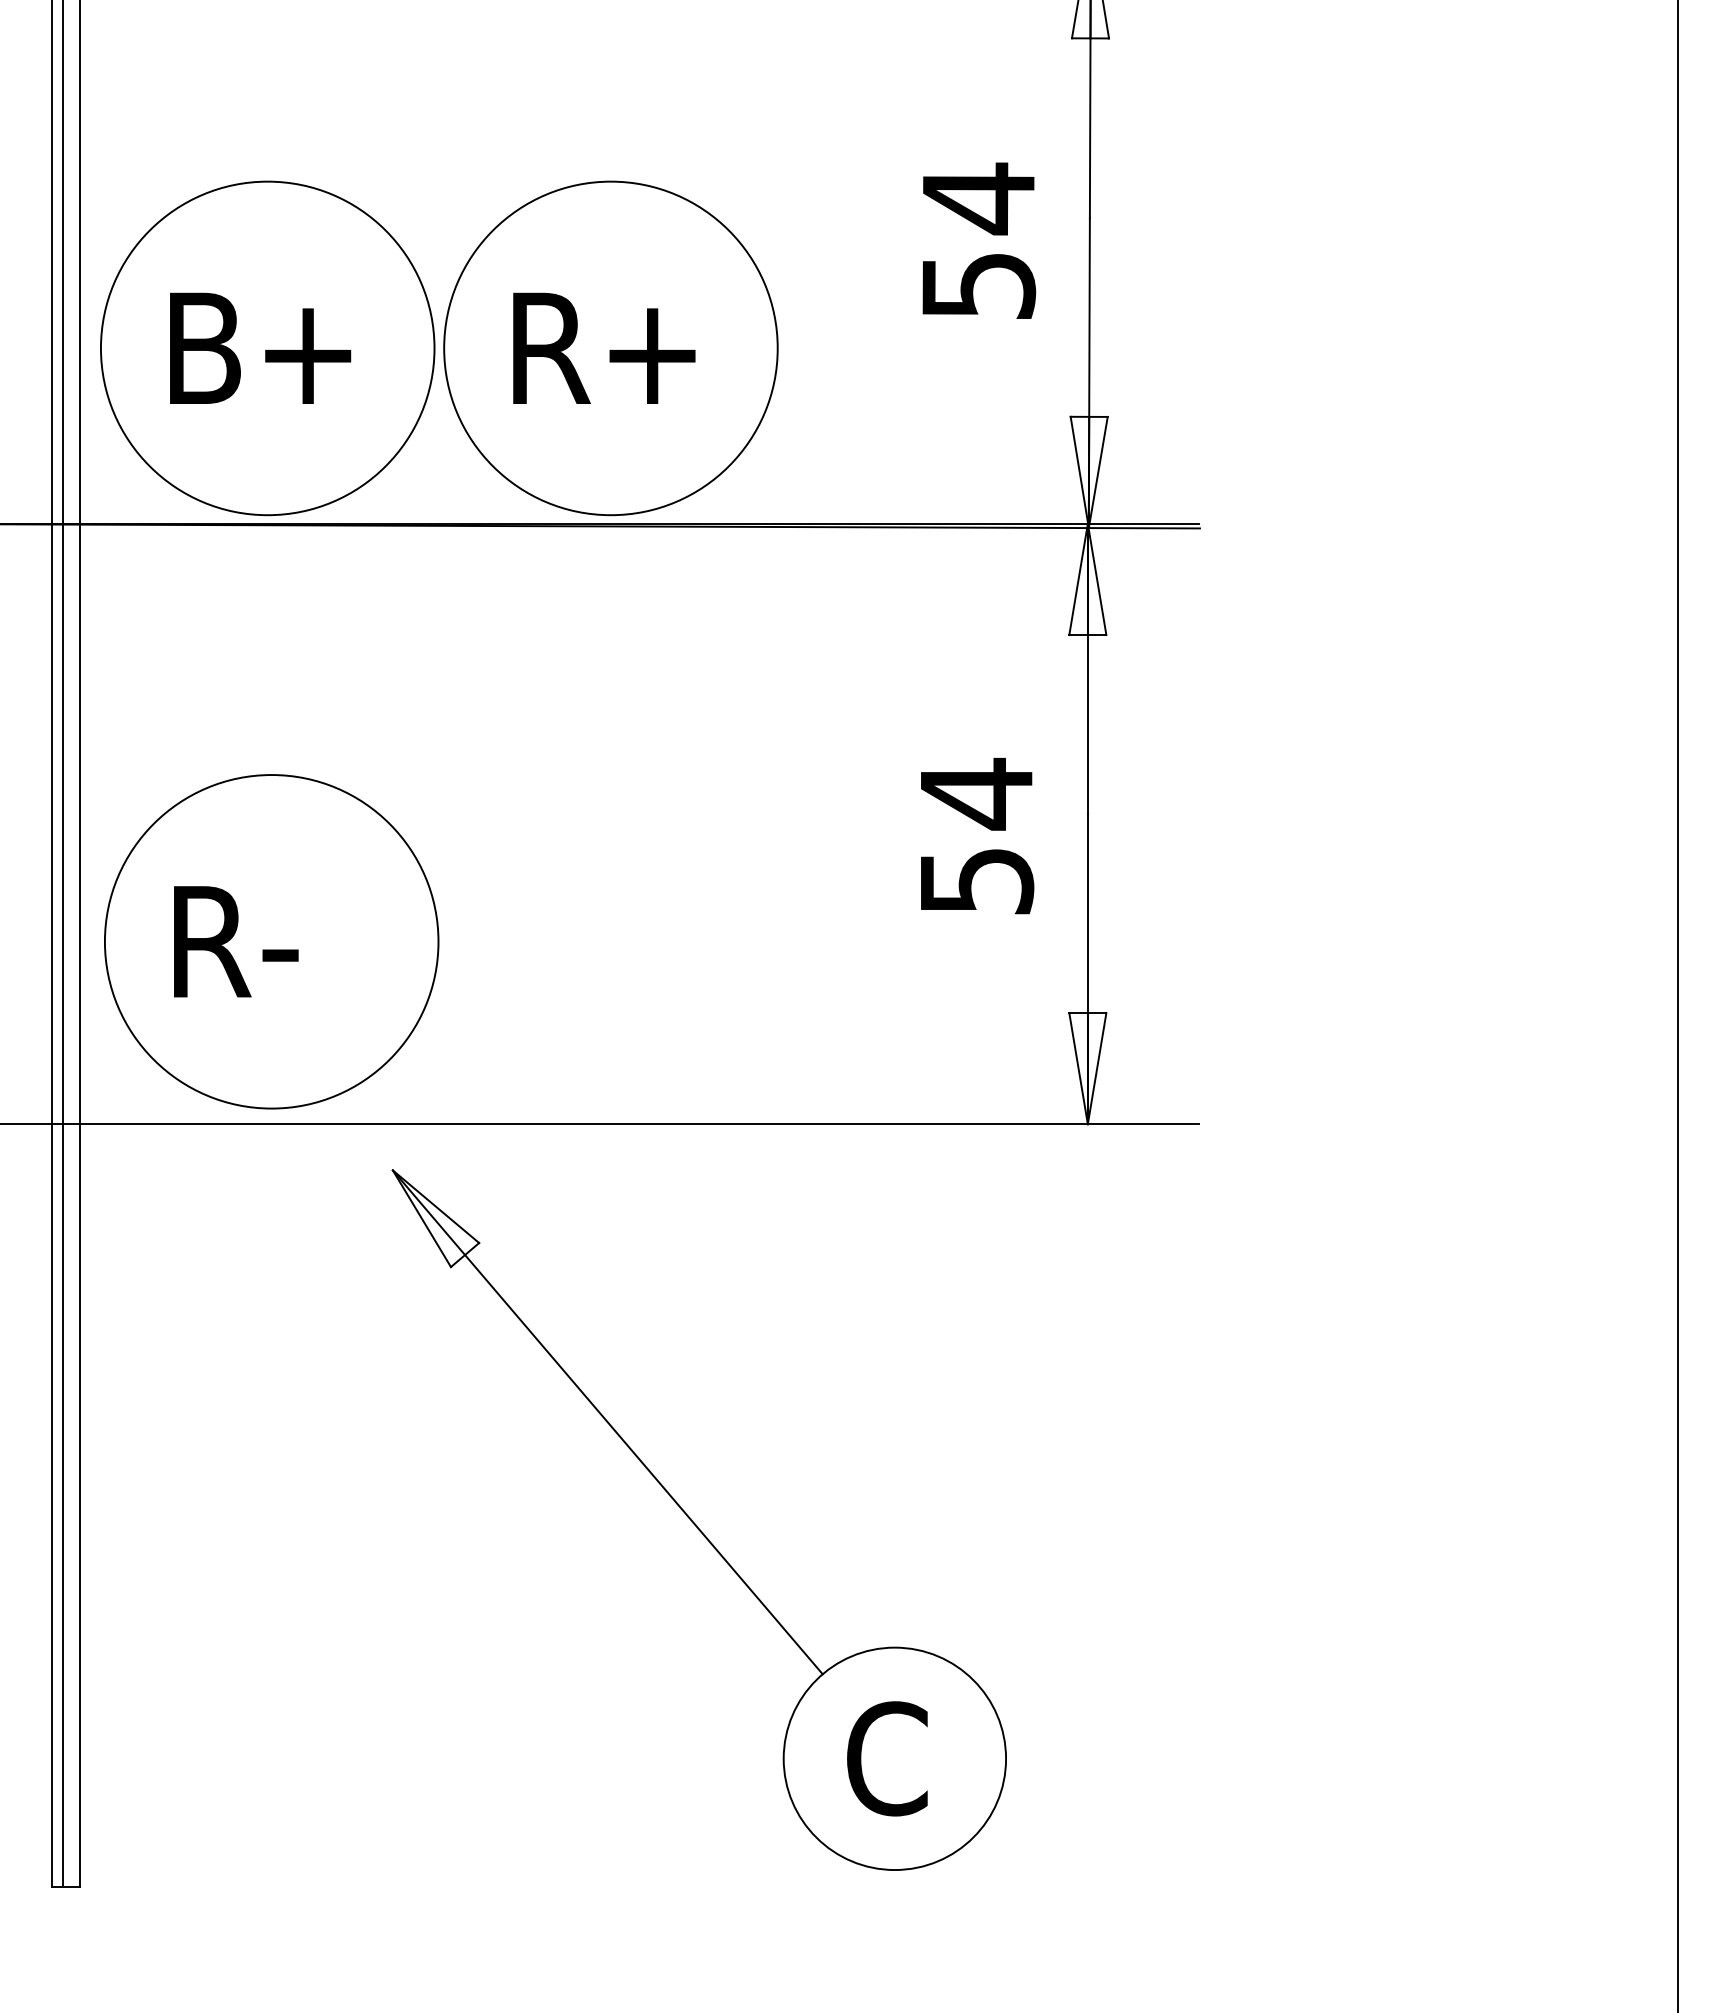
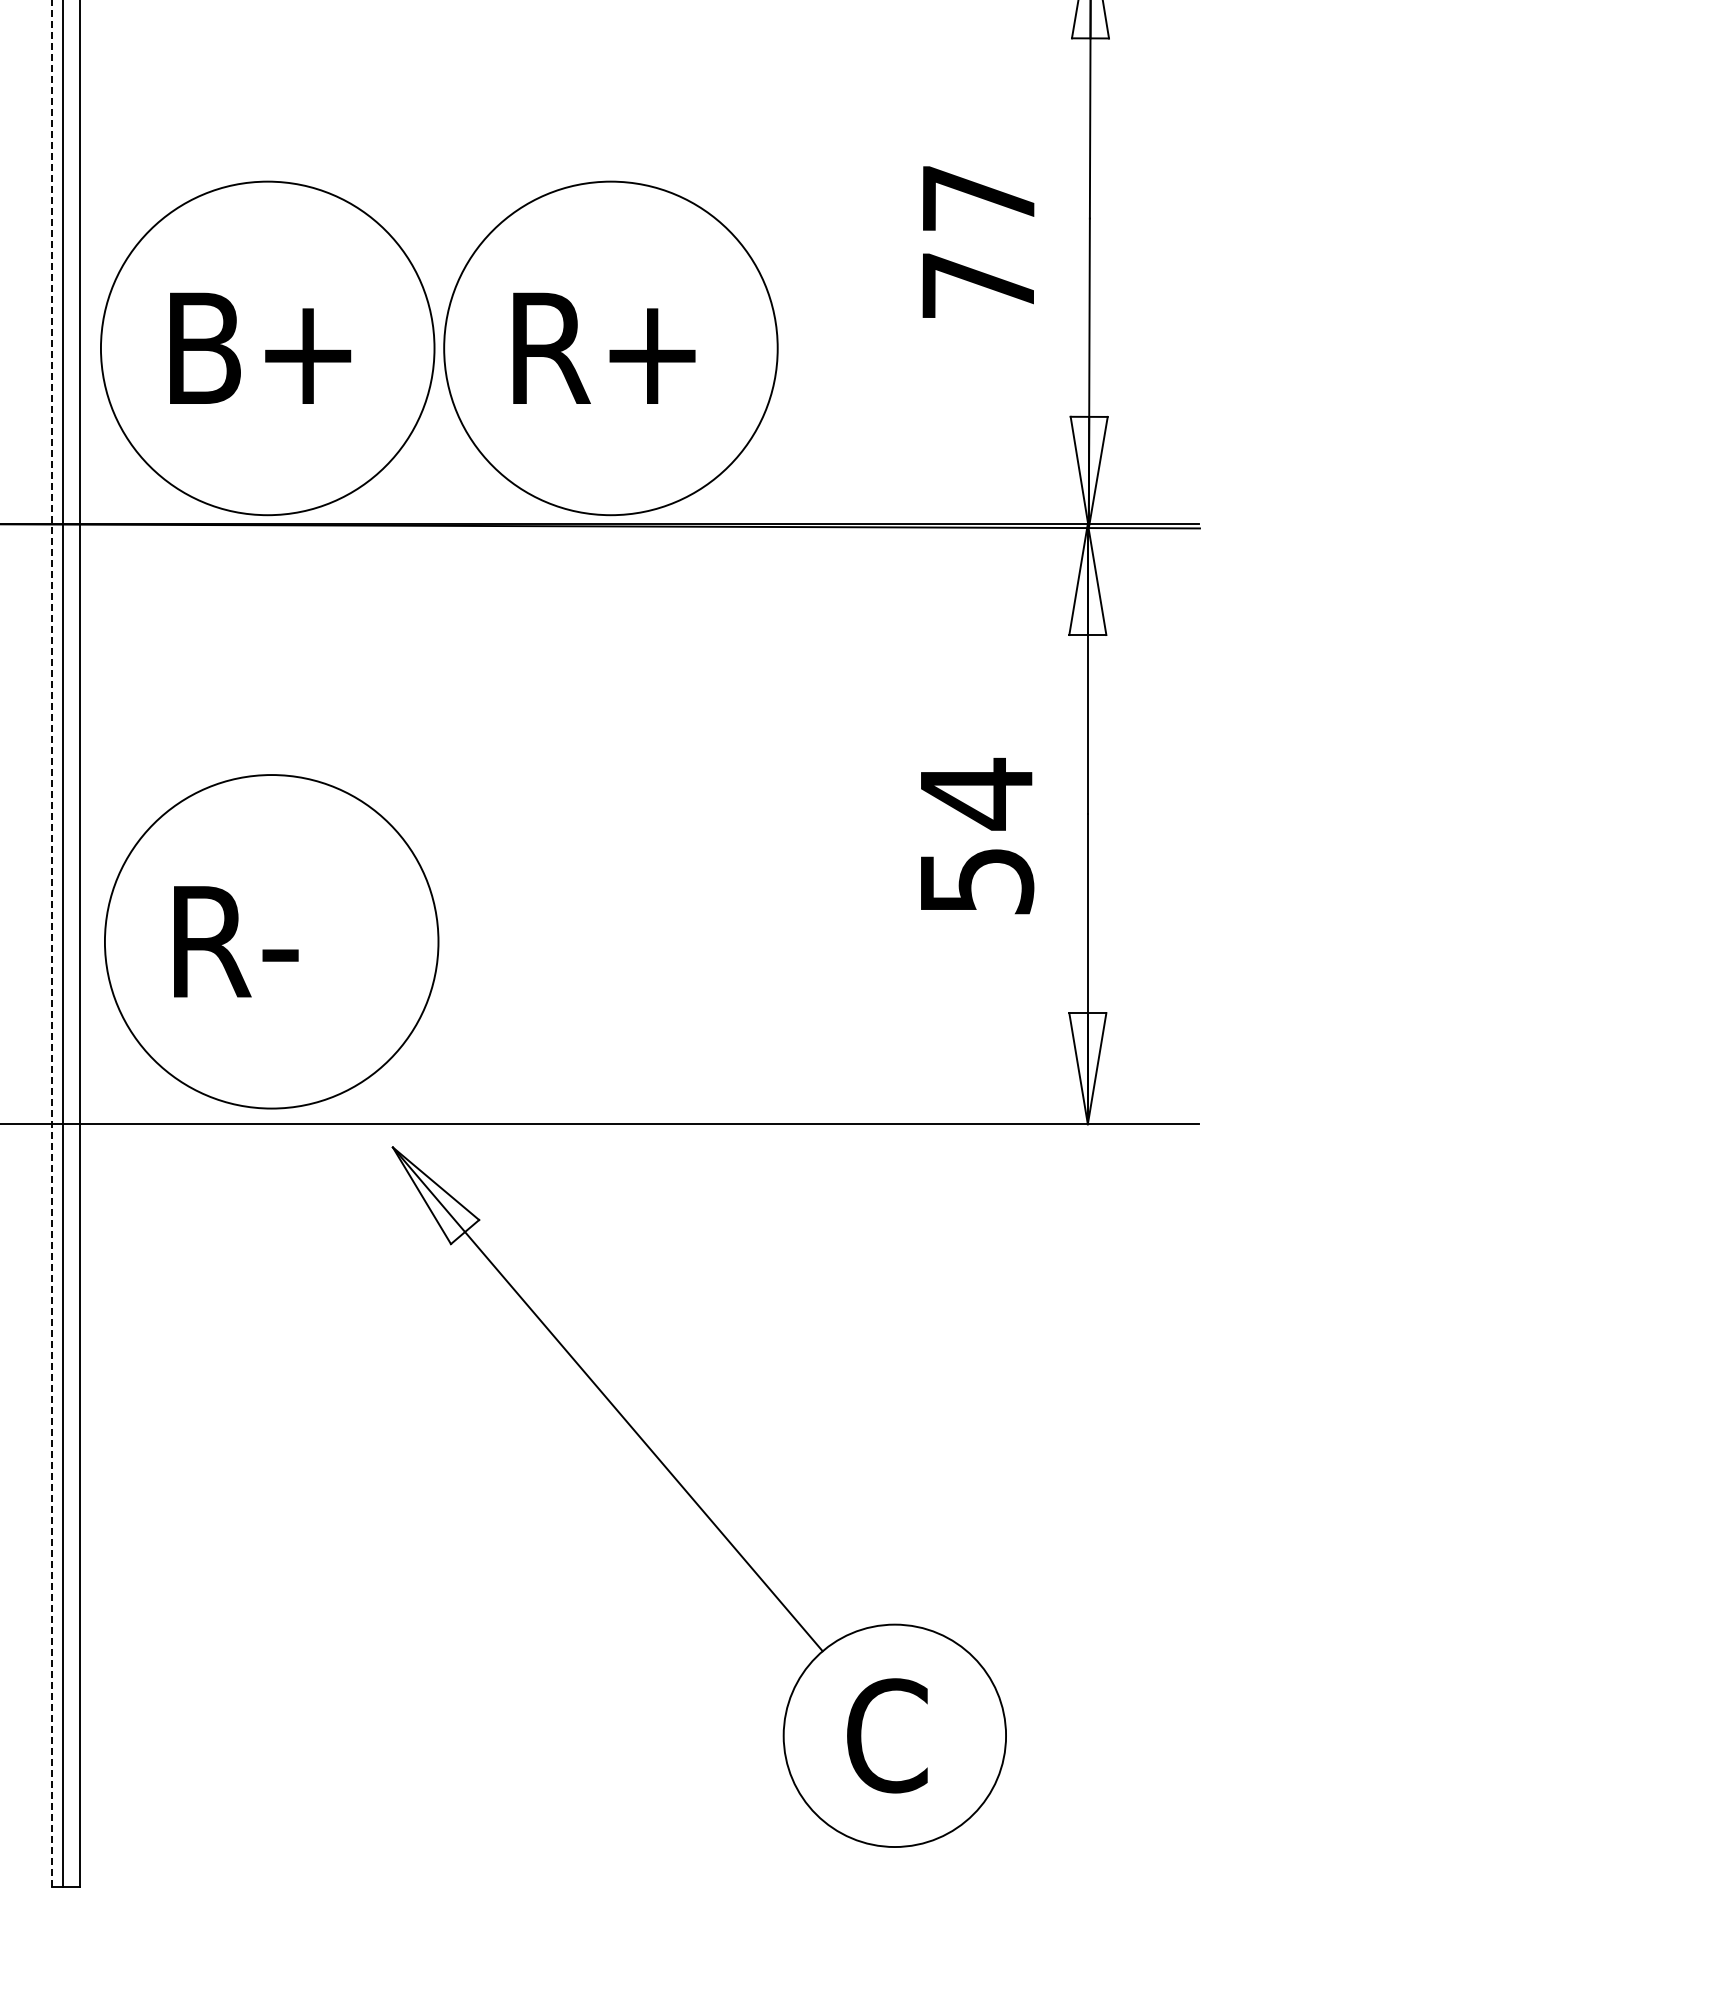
text at (979, 240): 54 -> 77
line at (51, 943): solid -> dashed
line at (1678, 1005): present -> none
part at (698, 1519) position: (698, 1519) -> (698, 1496)
